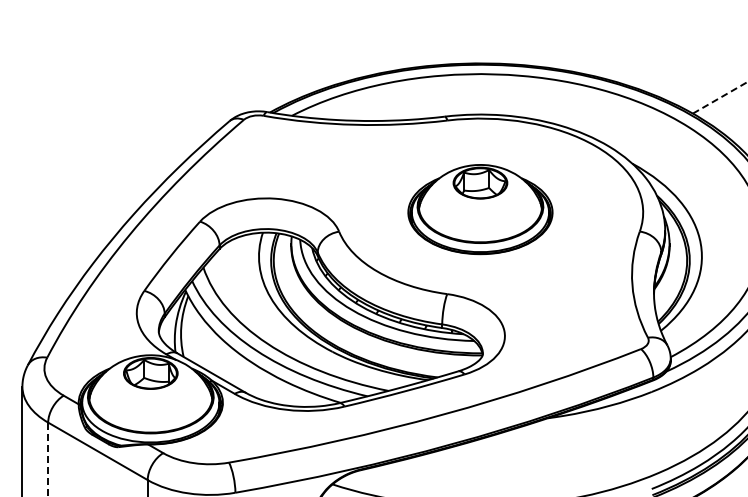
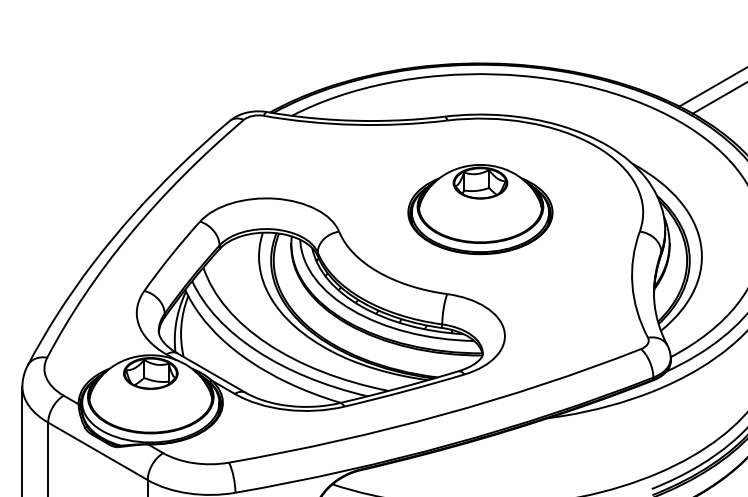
line at (711, 87): none -> present
line at (720, 97): dashed -> solid
line at (48, 459): dashed -> solid
